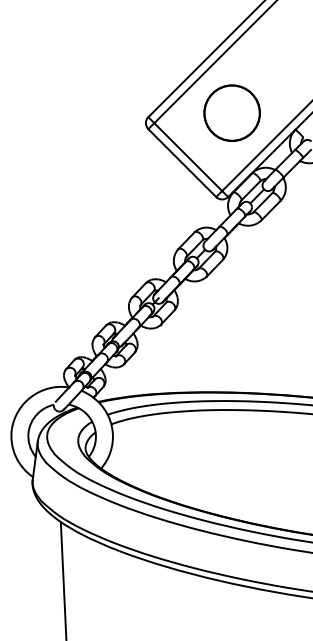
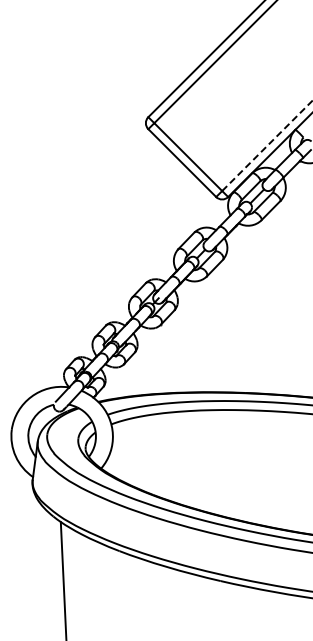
circle at (231, 112): present -> none
line at (267, 145): solid -> dashed
